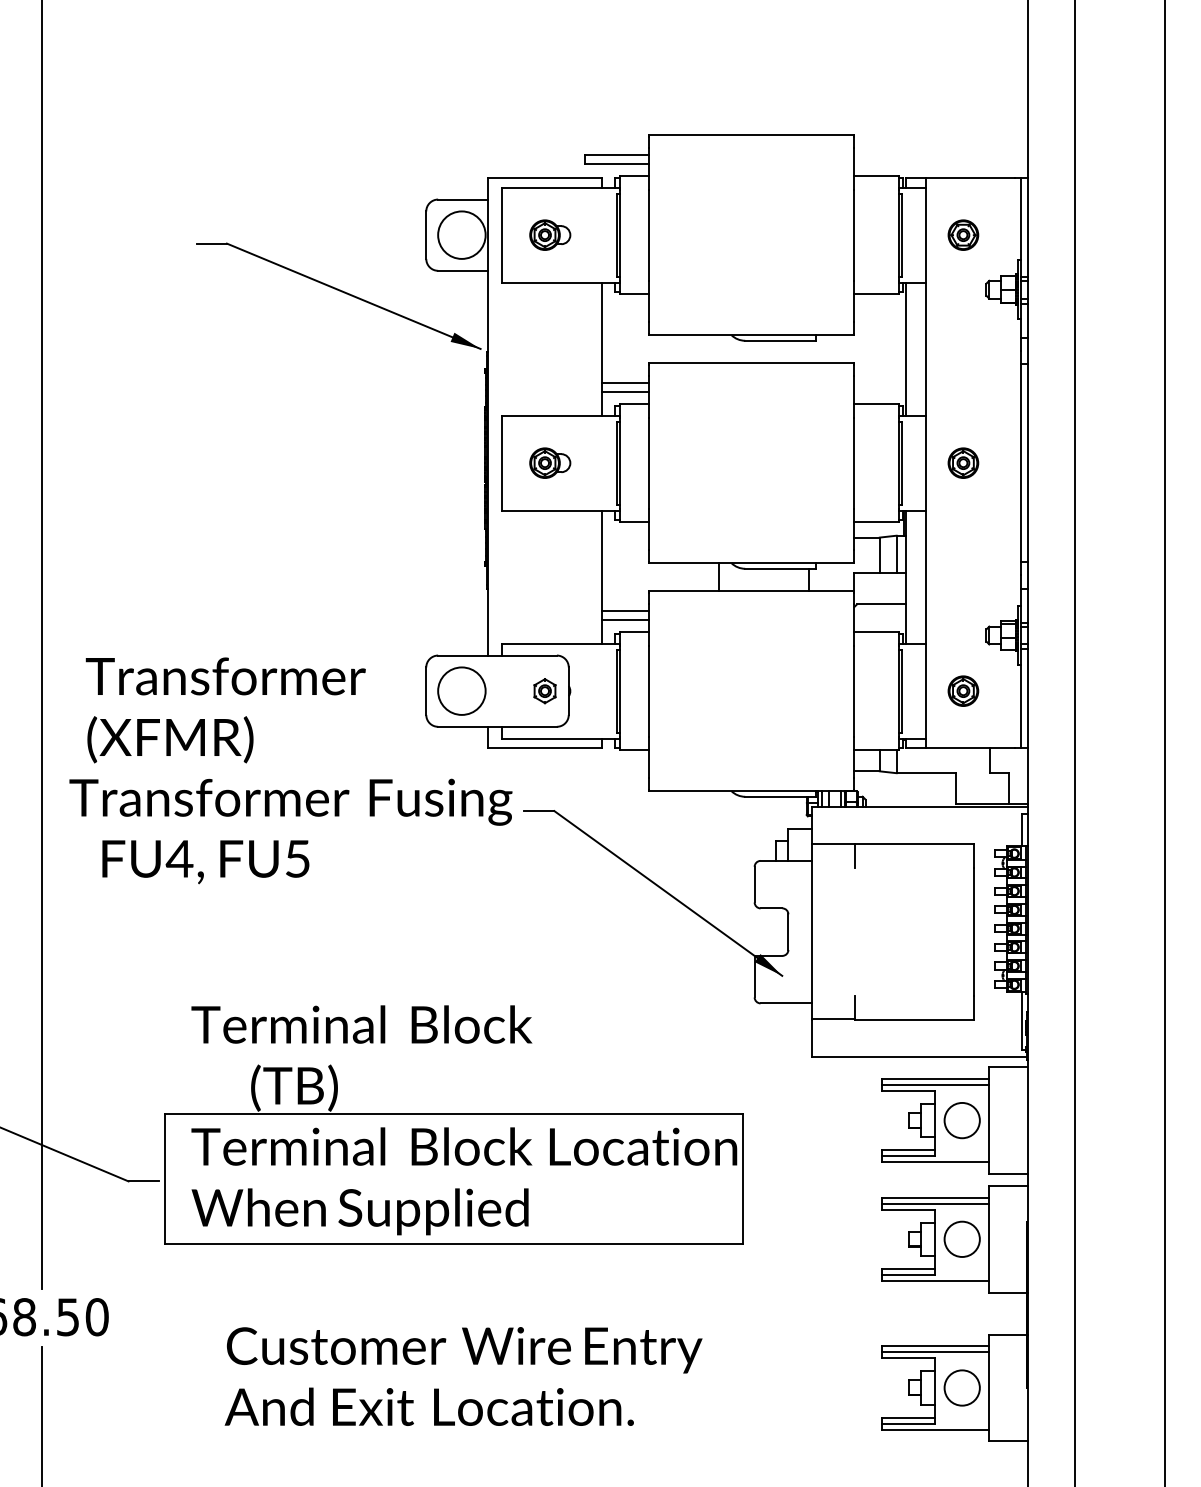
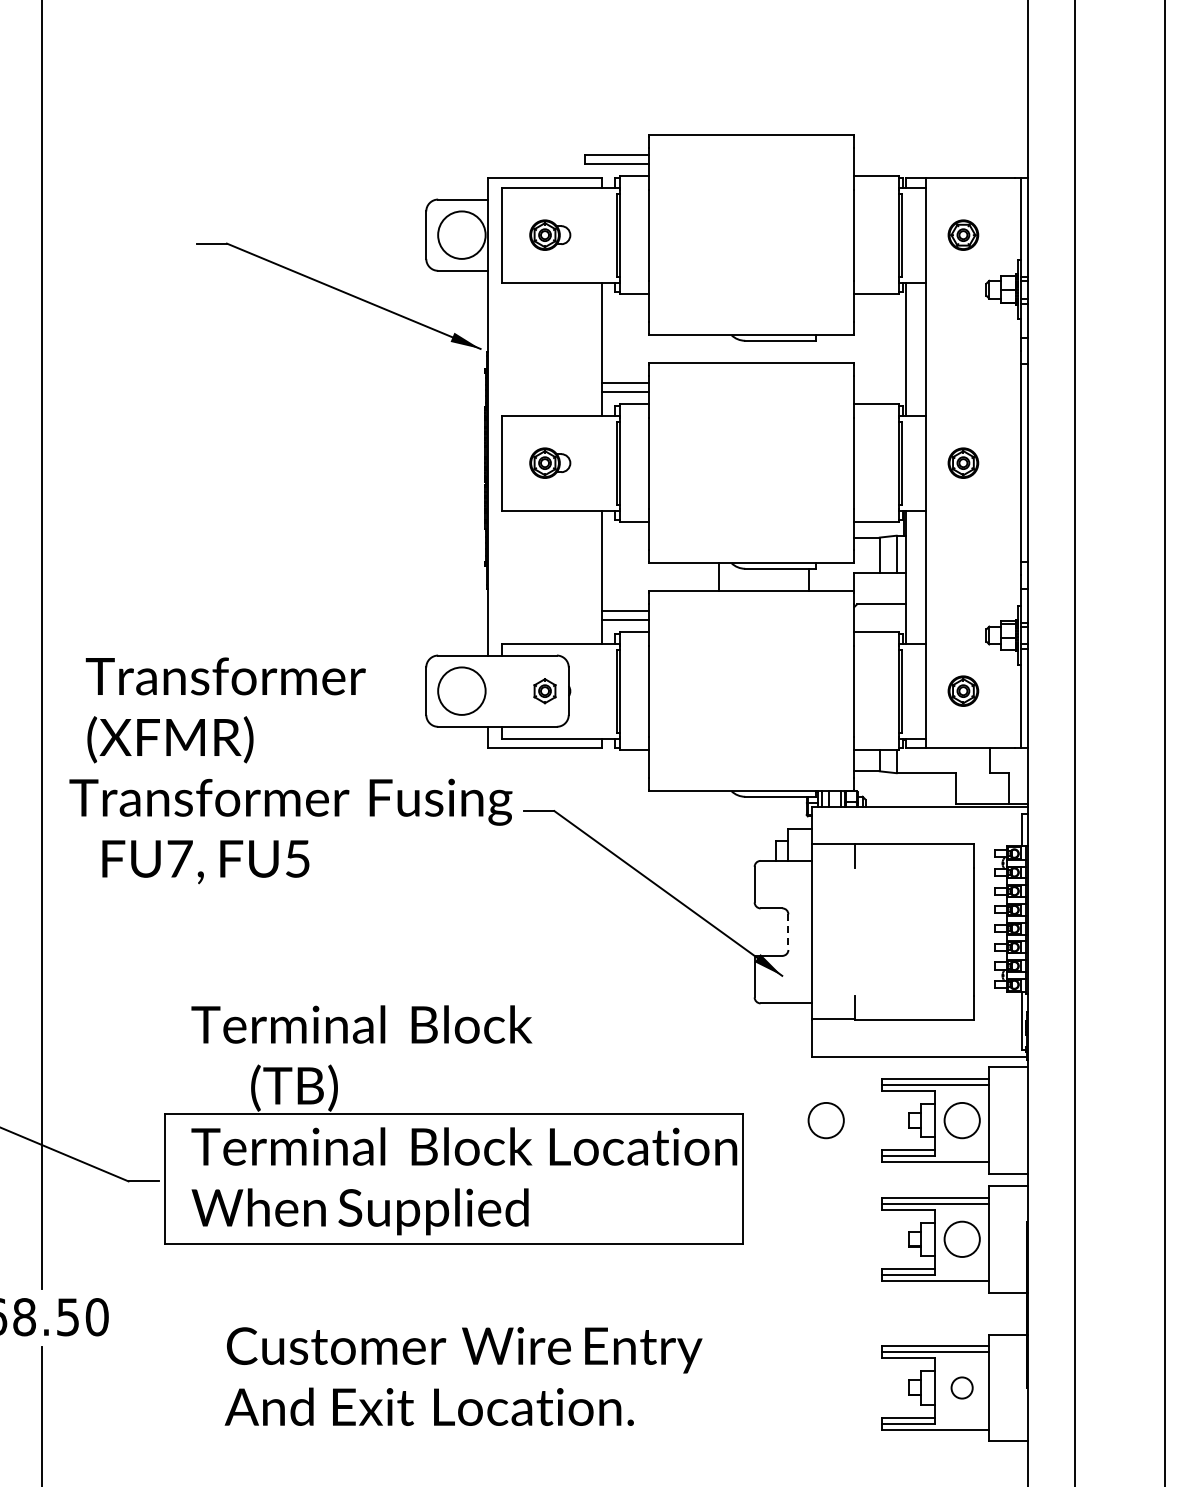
text at (179, 858): FU4, -> FU7,
line at (788, 932): solid -> dashed
circle at (825, 1120): none -> present
circle at (961, 1387) size: 38x38 px -> 24x24 px
